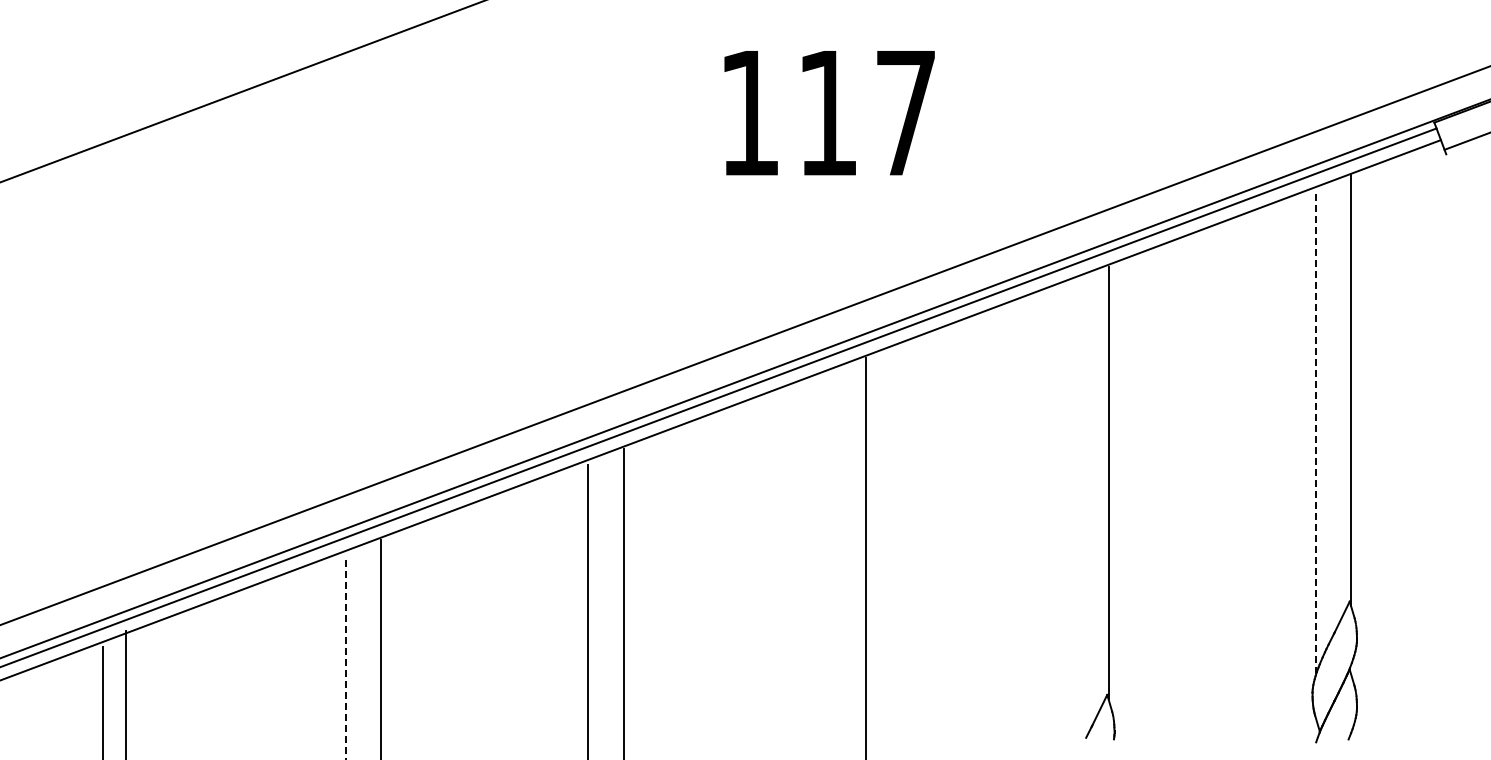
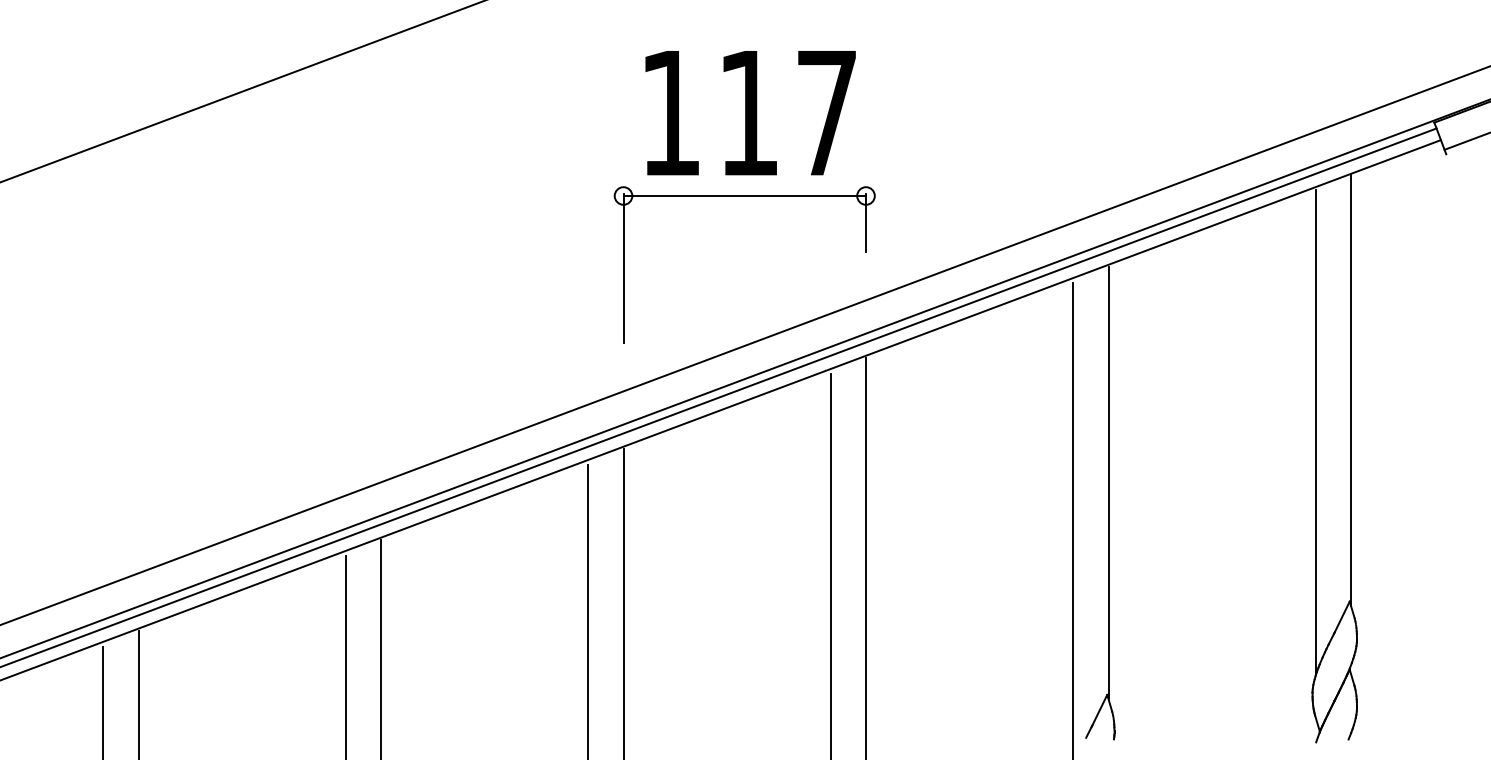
text at (829, 113) position: (829, 113) -> (750, 113)
part at (744, 196): none -> present
line at (1315, 431): dashed -> solid
line at (1073, 519): none -> present
line at (830, 565): none -> present
line at (345, 657): dashed -> solid
line at (125, 693) position: (125, 693) -> (138, 693)
